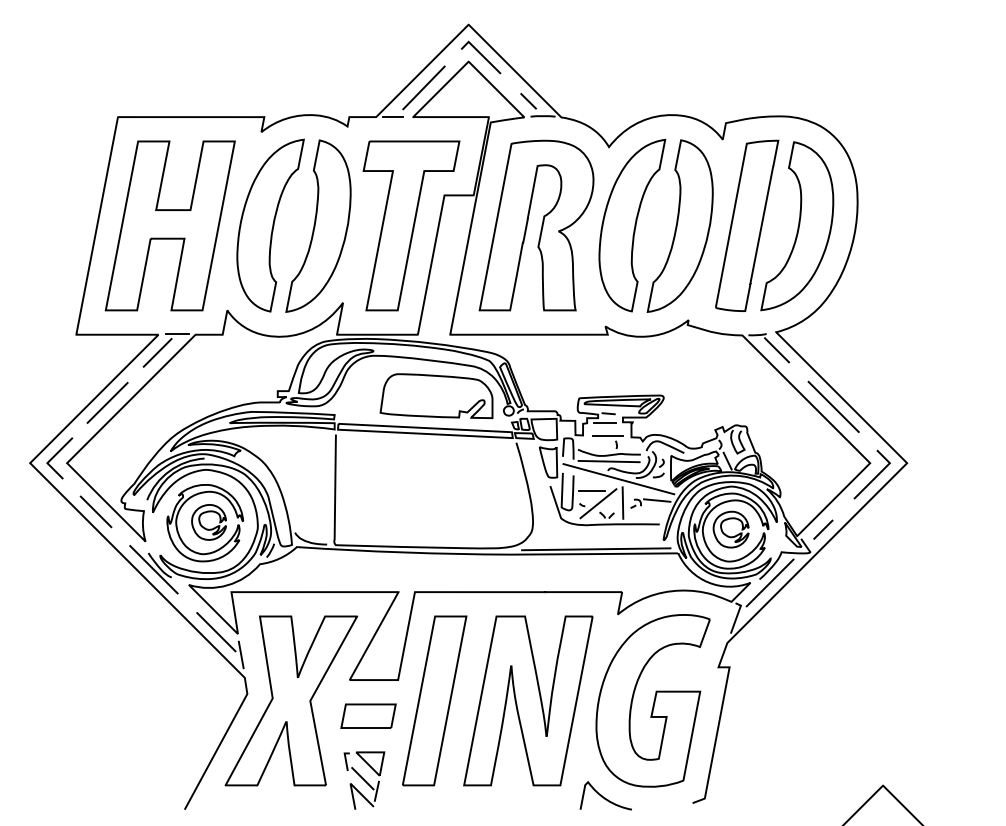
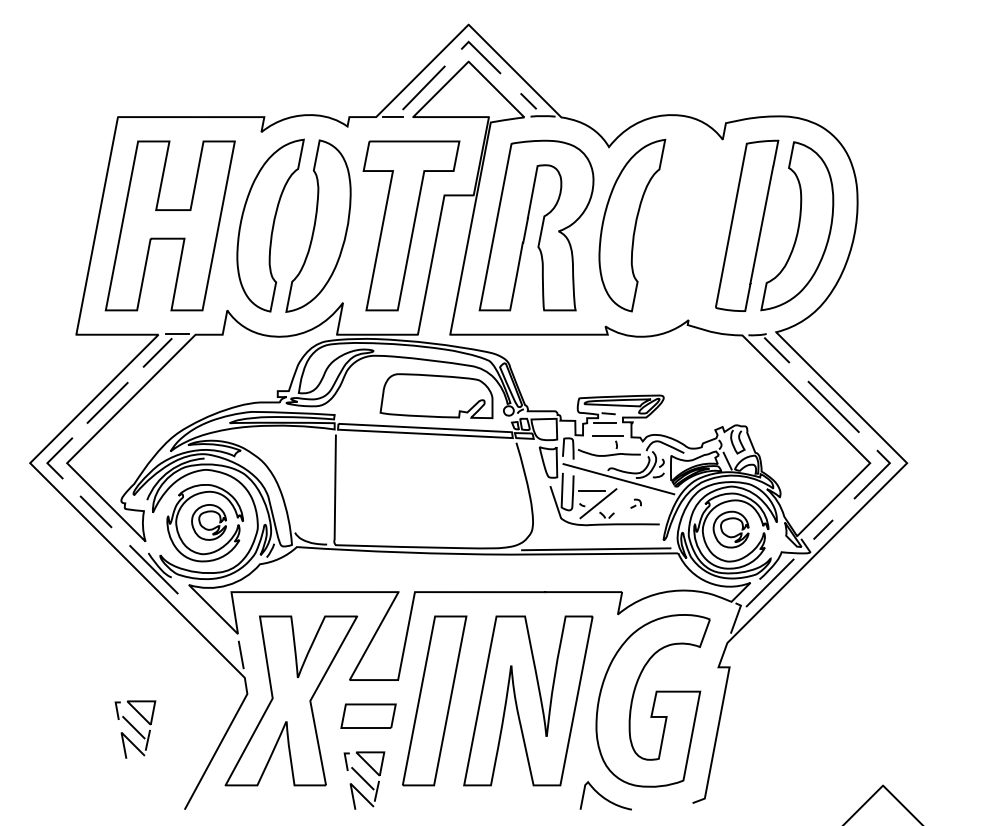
part at (679, 225): present -> none
line at (608, 461): present -> none
line at (657, 500): present -> none
line at (622, 502): present -> none
line at (216, 632): present -> none
part at (135, 729): none -> present
